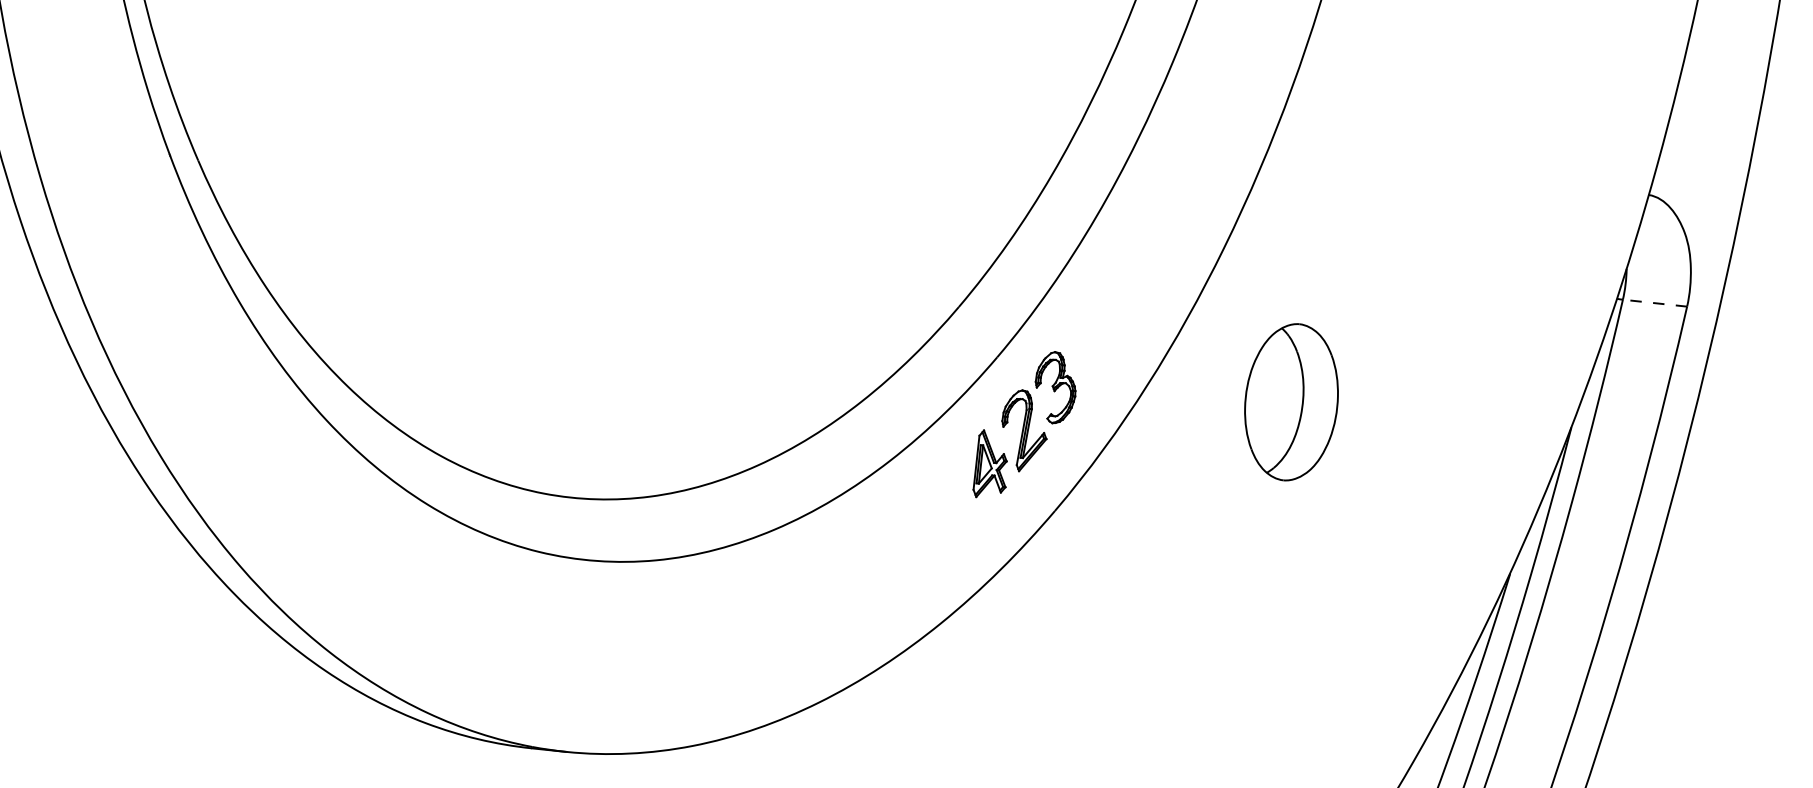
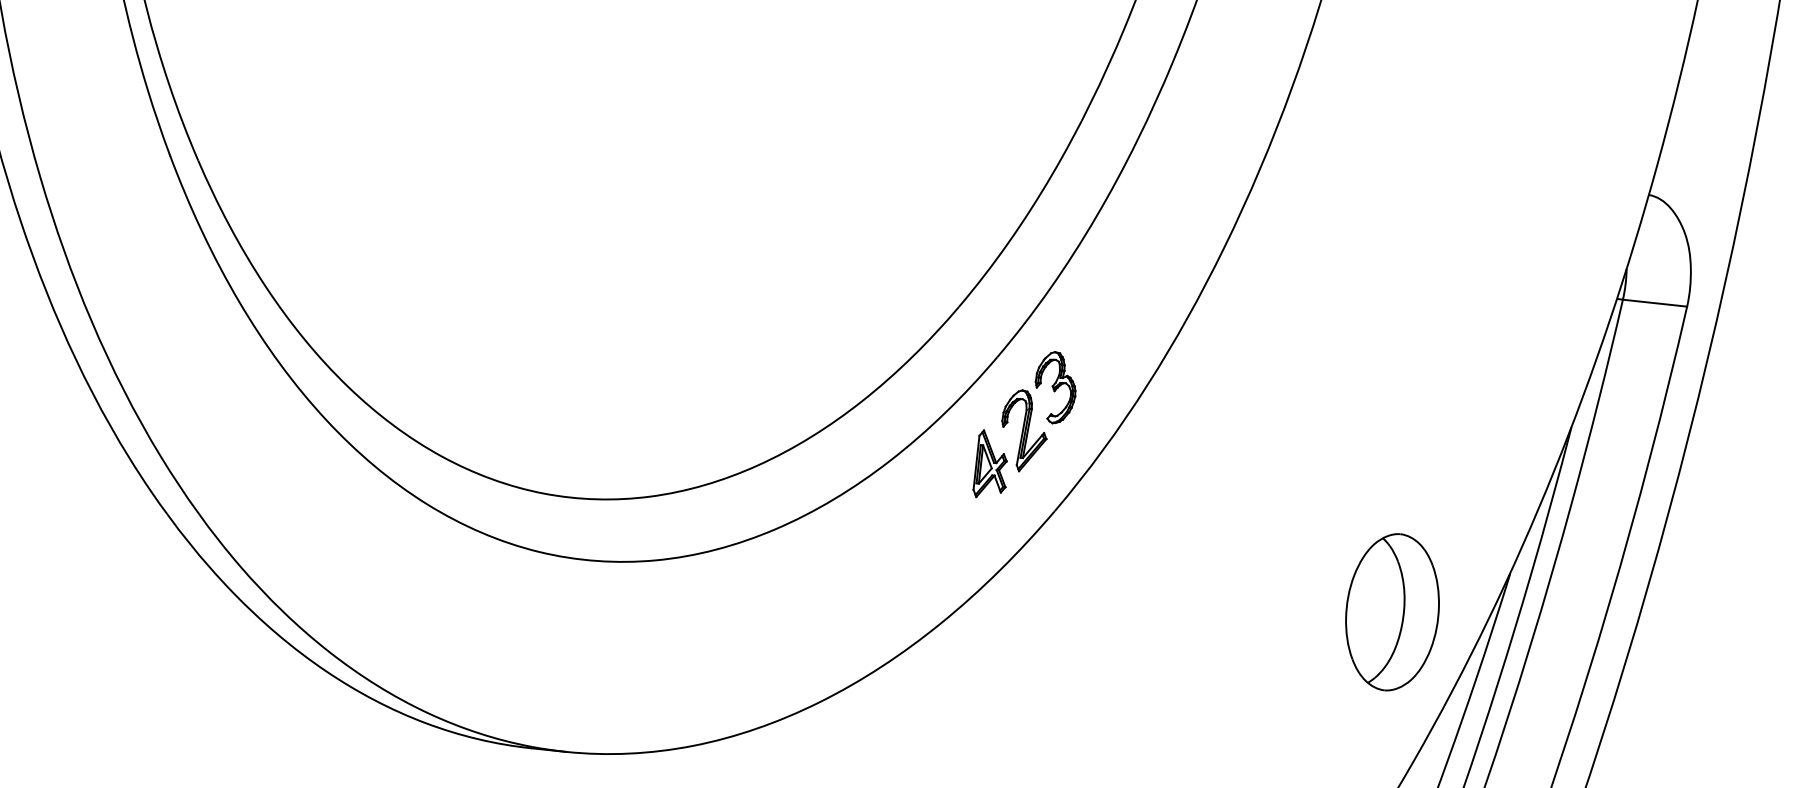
line at (1654, 303): dashed -> solid
part at (1291, 402) position: (1291, 402) -> (1392, 612)
